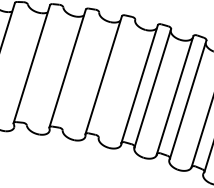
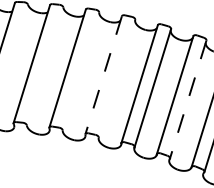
line at (103, 75): solid -> dashed
line at (188, 99): solid -> dashed
